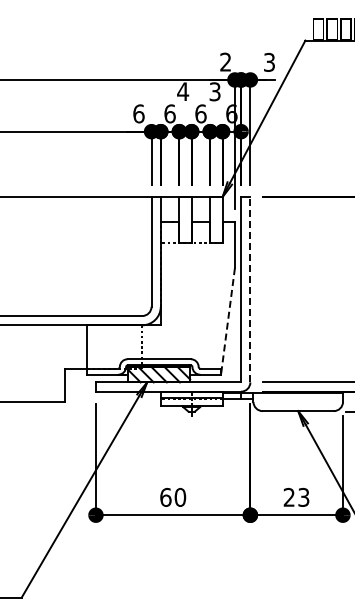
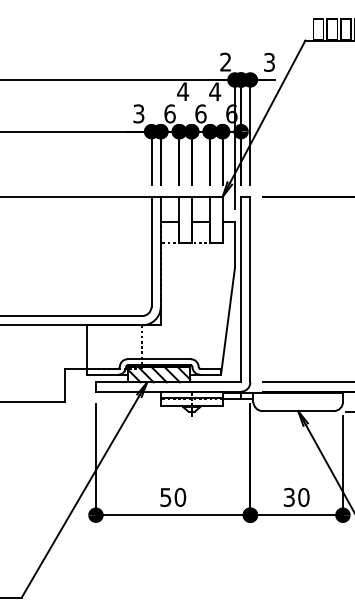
text at (215, 91): 3 -> 4
text at (138, 113): 6 -> 3
line at (250, 289): dashed -> solid
line at (227, 321): dashed -> solid
text at (165, 496): 60 -> 50
text at (296, 497): 23 -> 30
